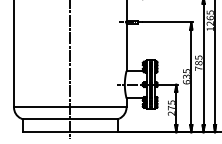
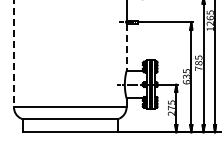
line at (126, 48): solid -> dashed
line at (14, 54): solid -> dashed
line at (70, 70): present -> none
